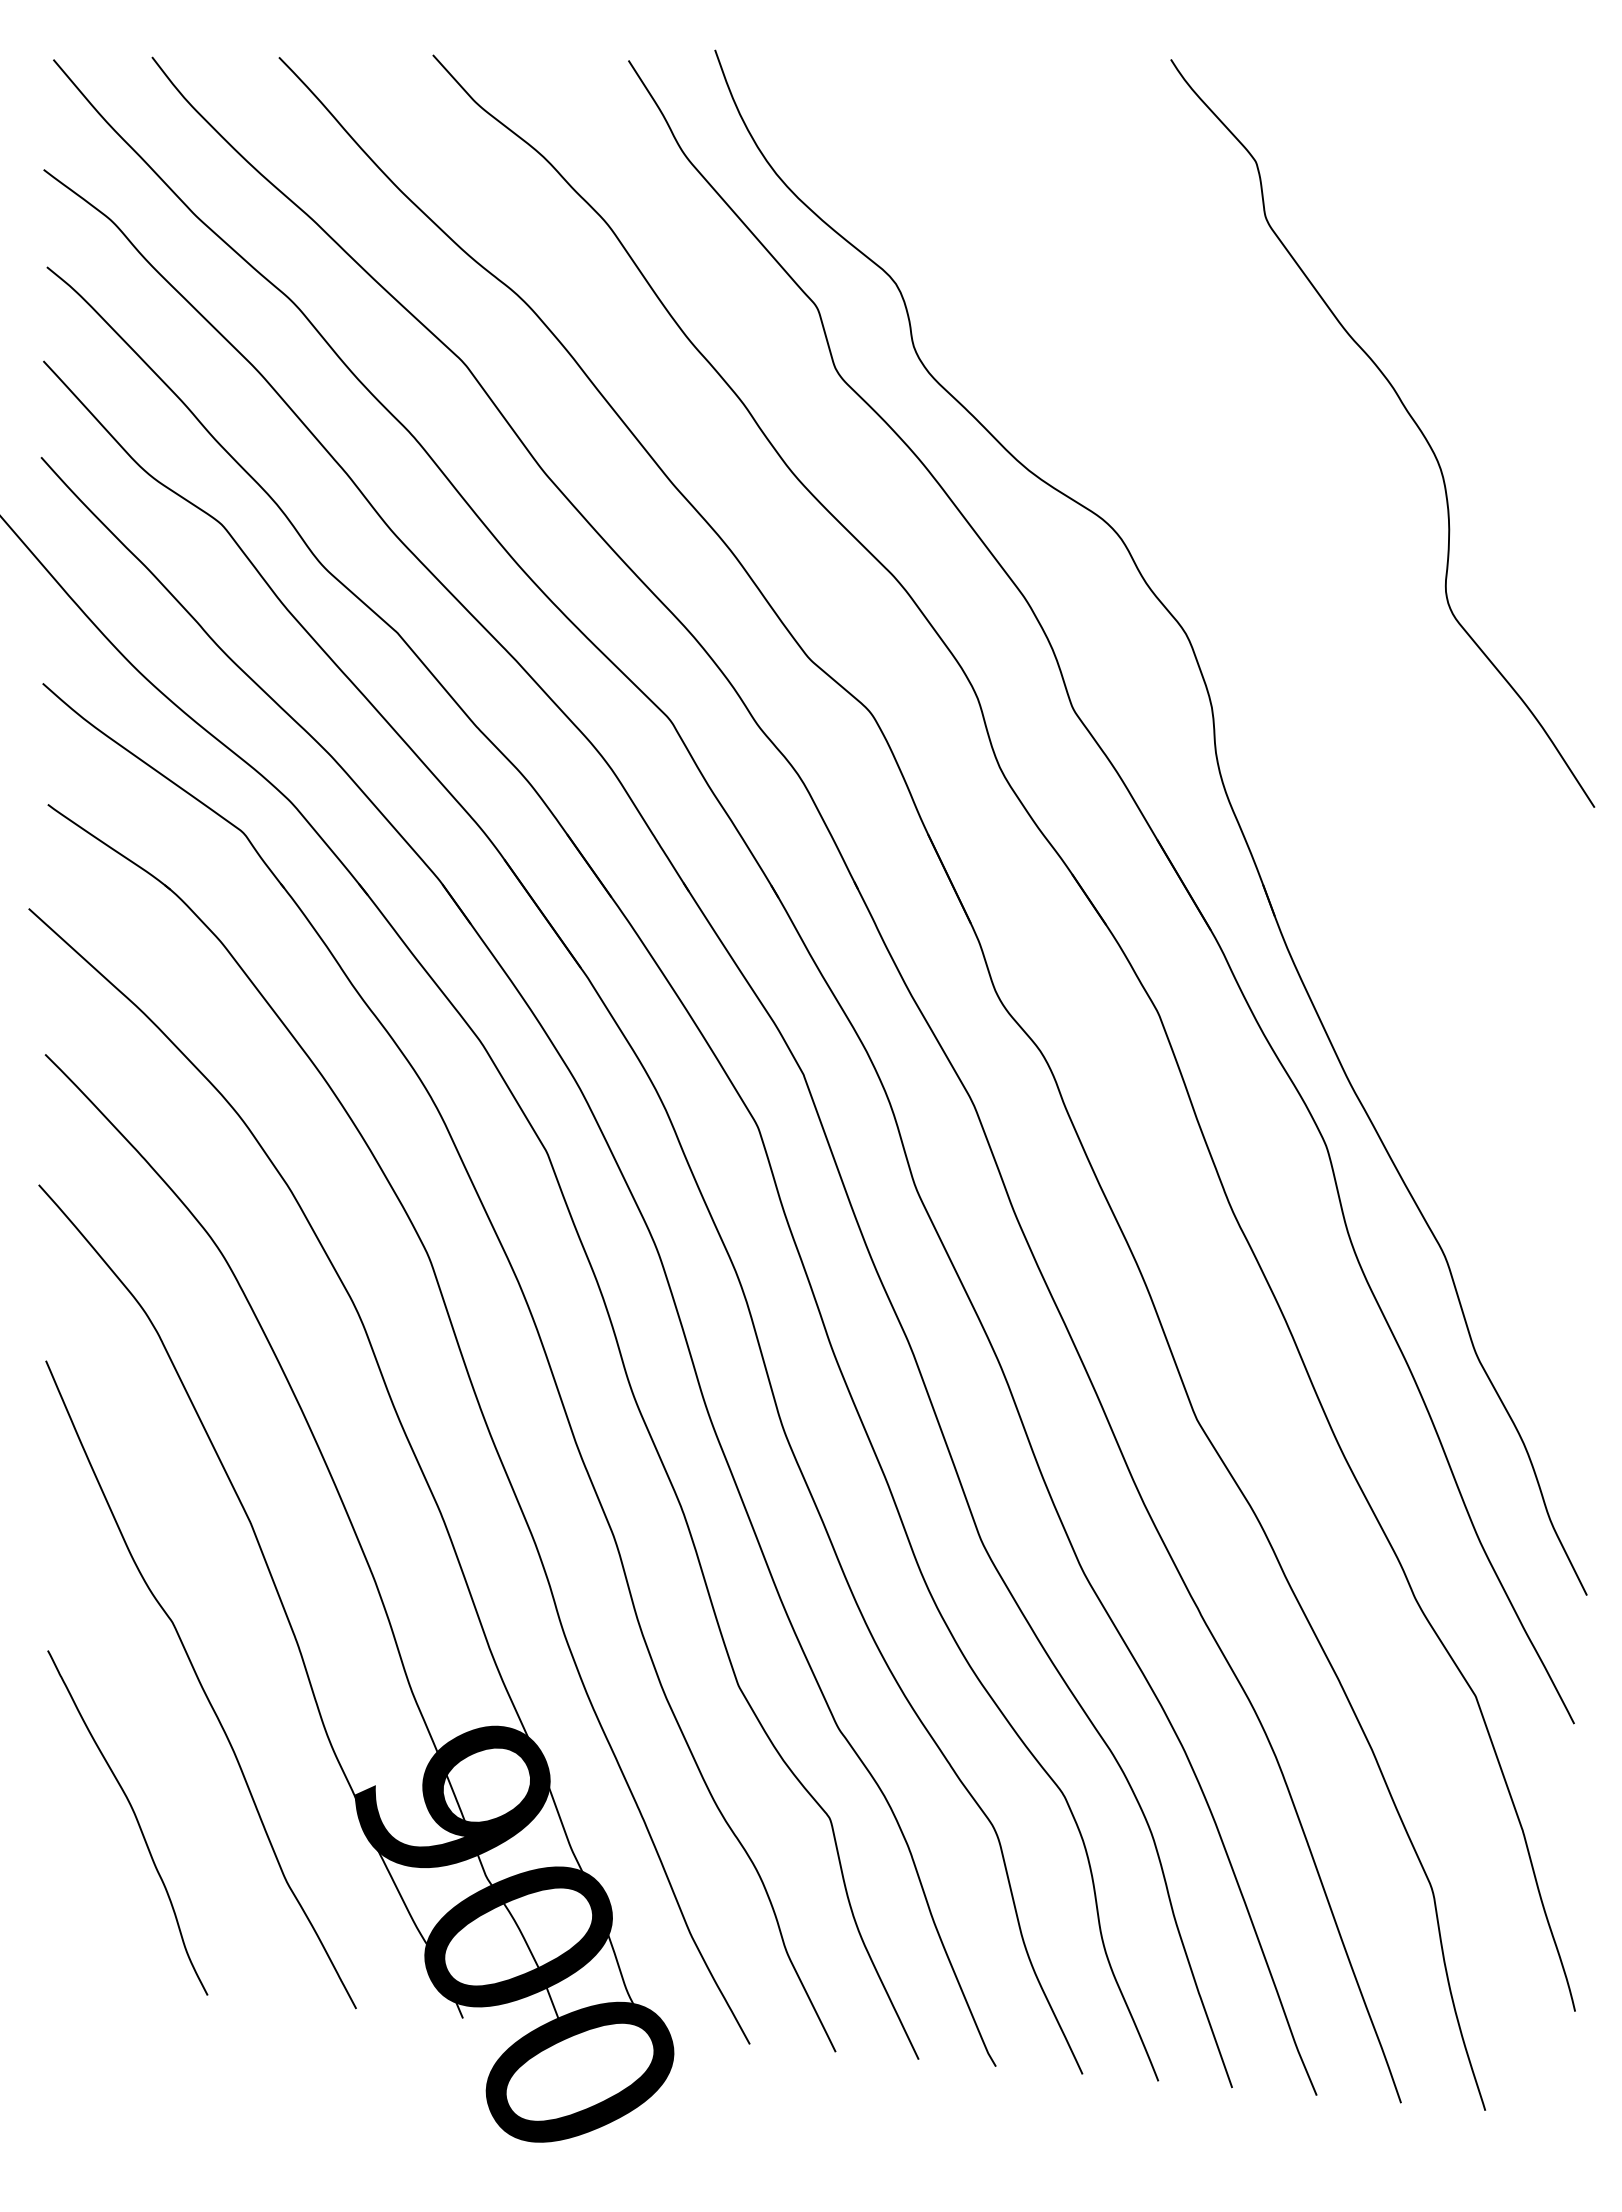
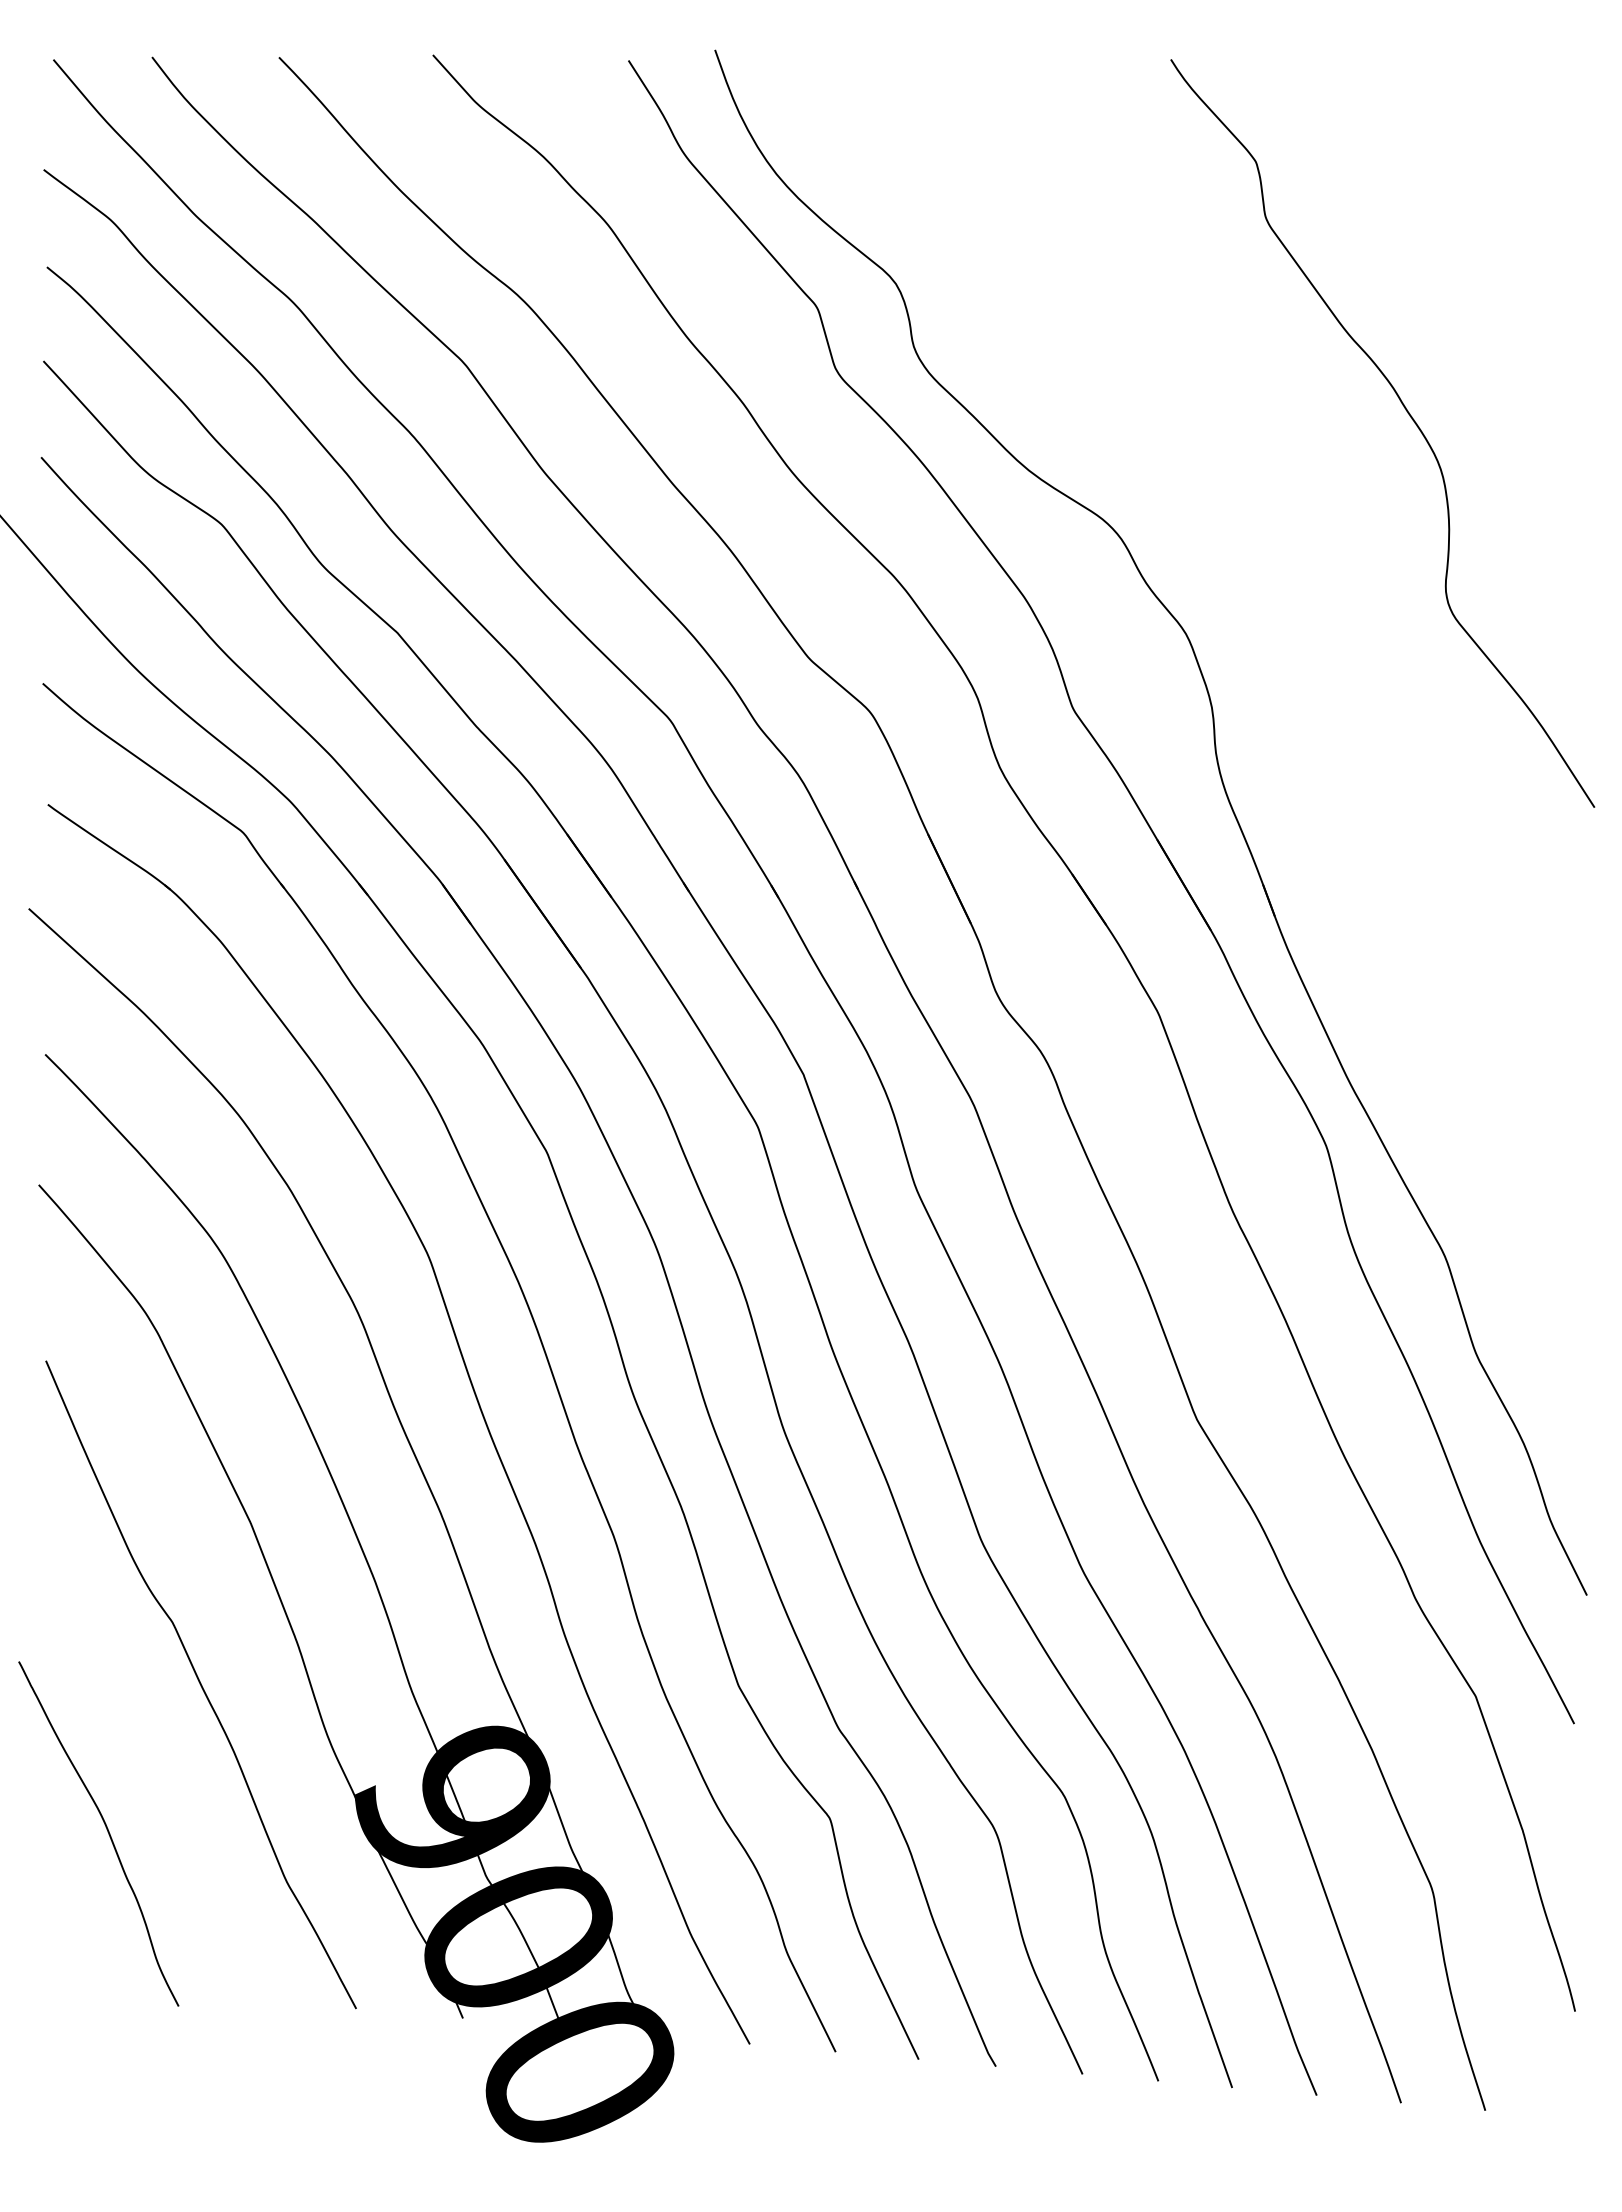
curve at (135, 1818) position: (135, 1818) -> (106, 1829)
